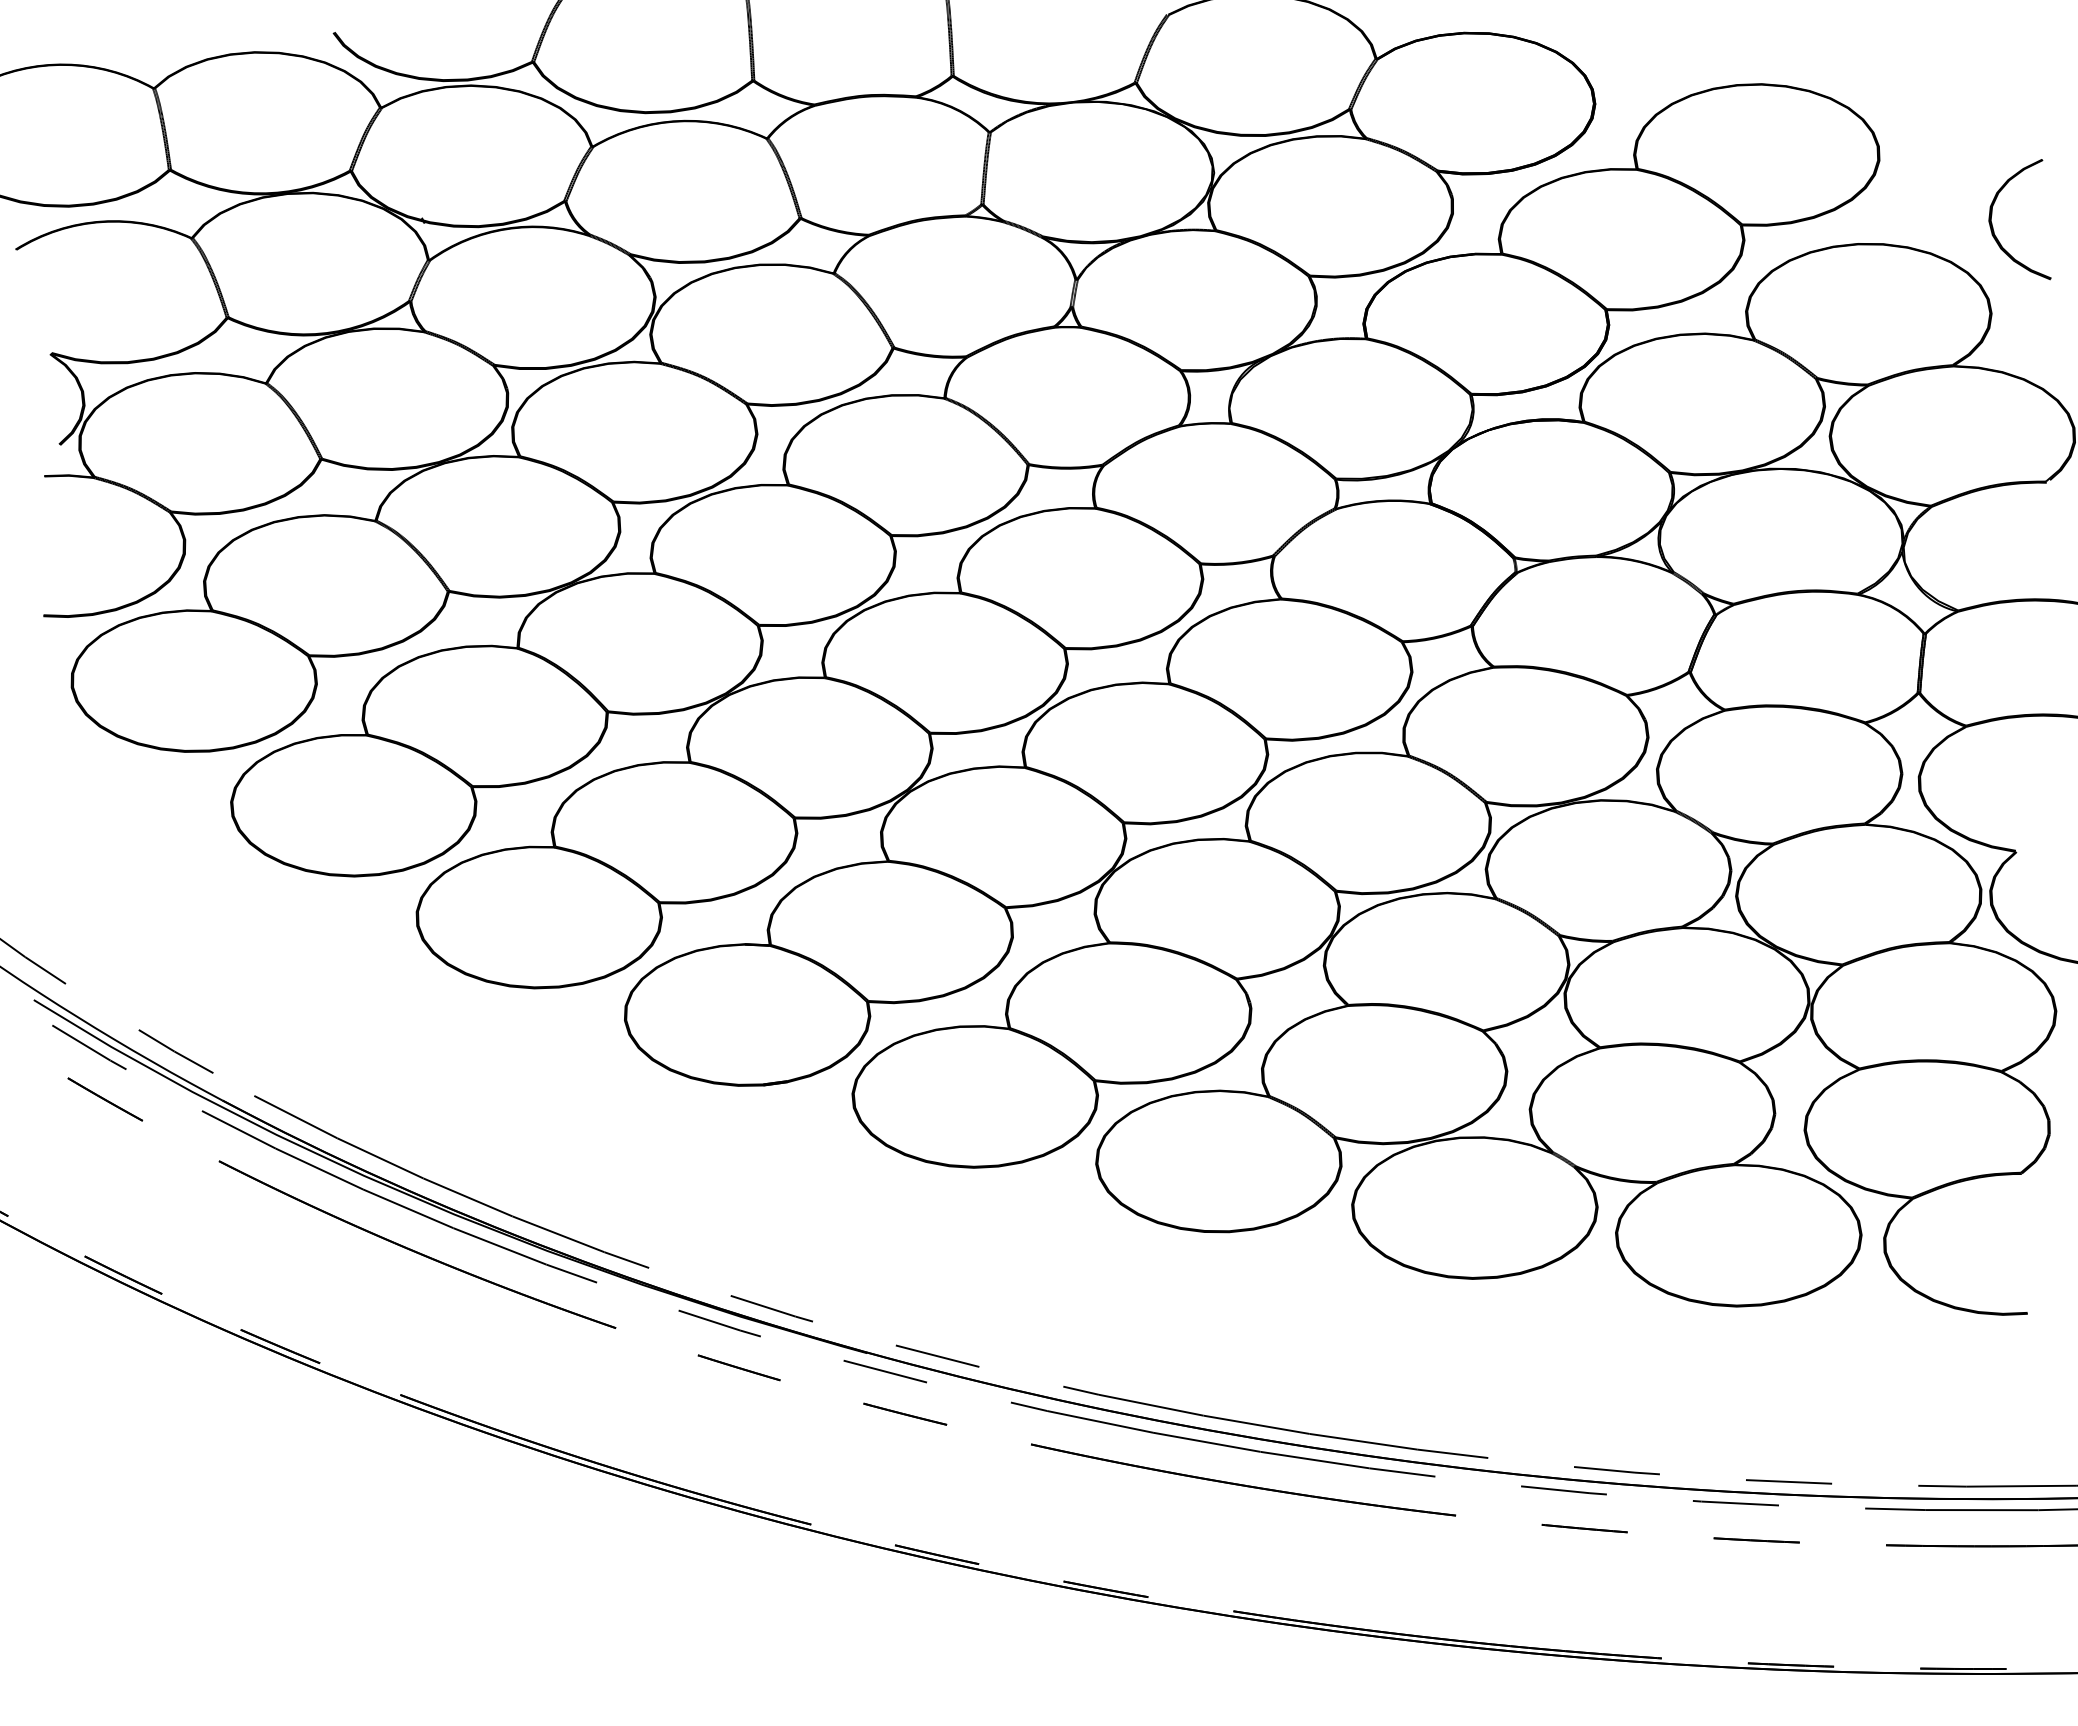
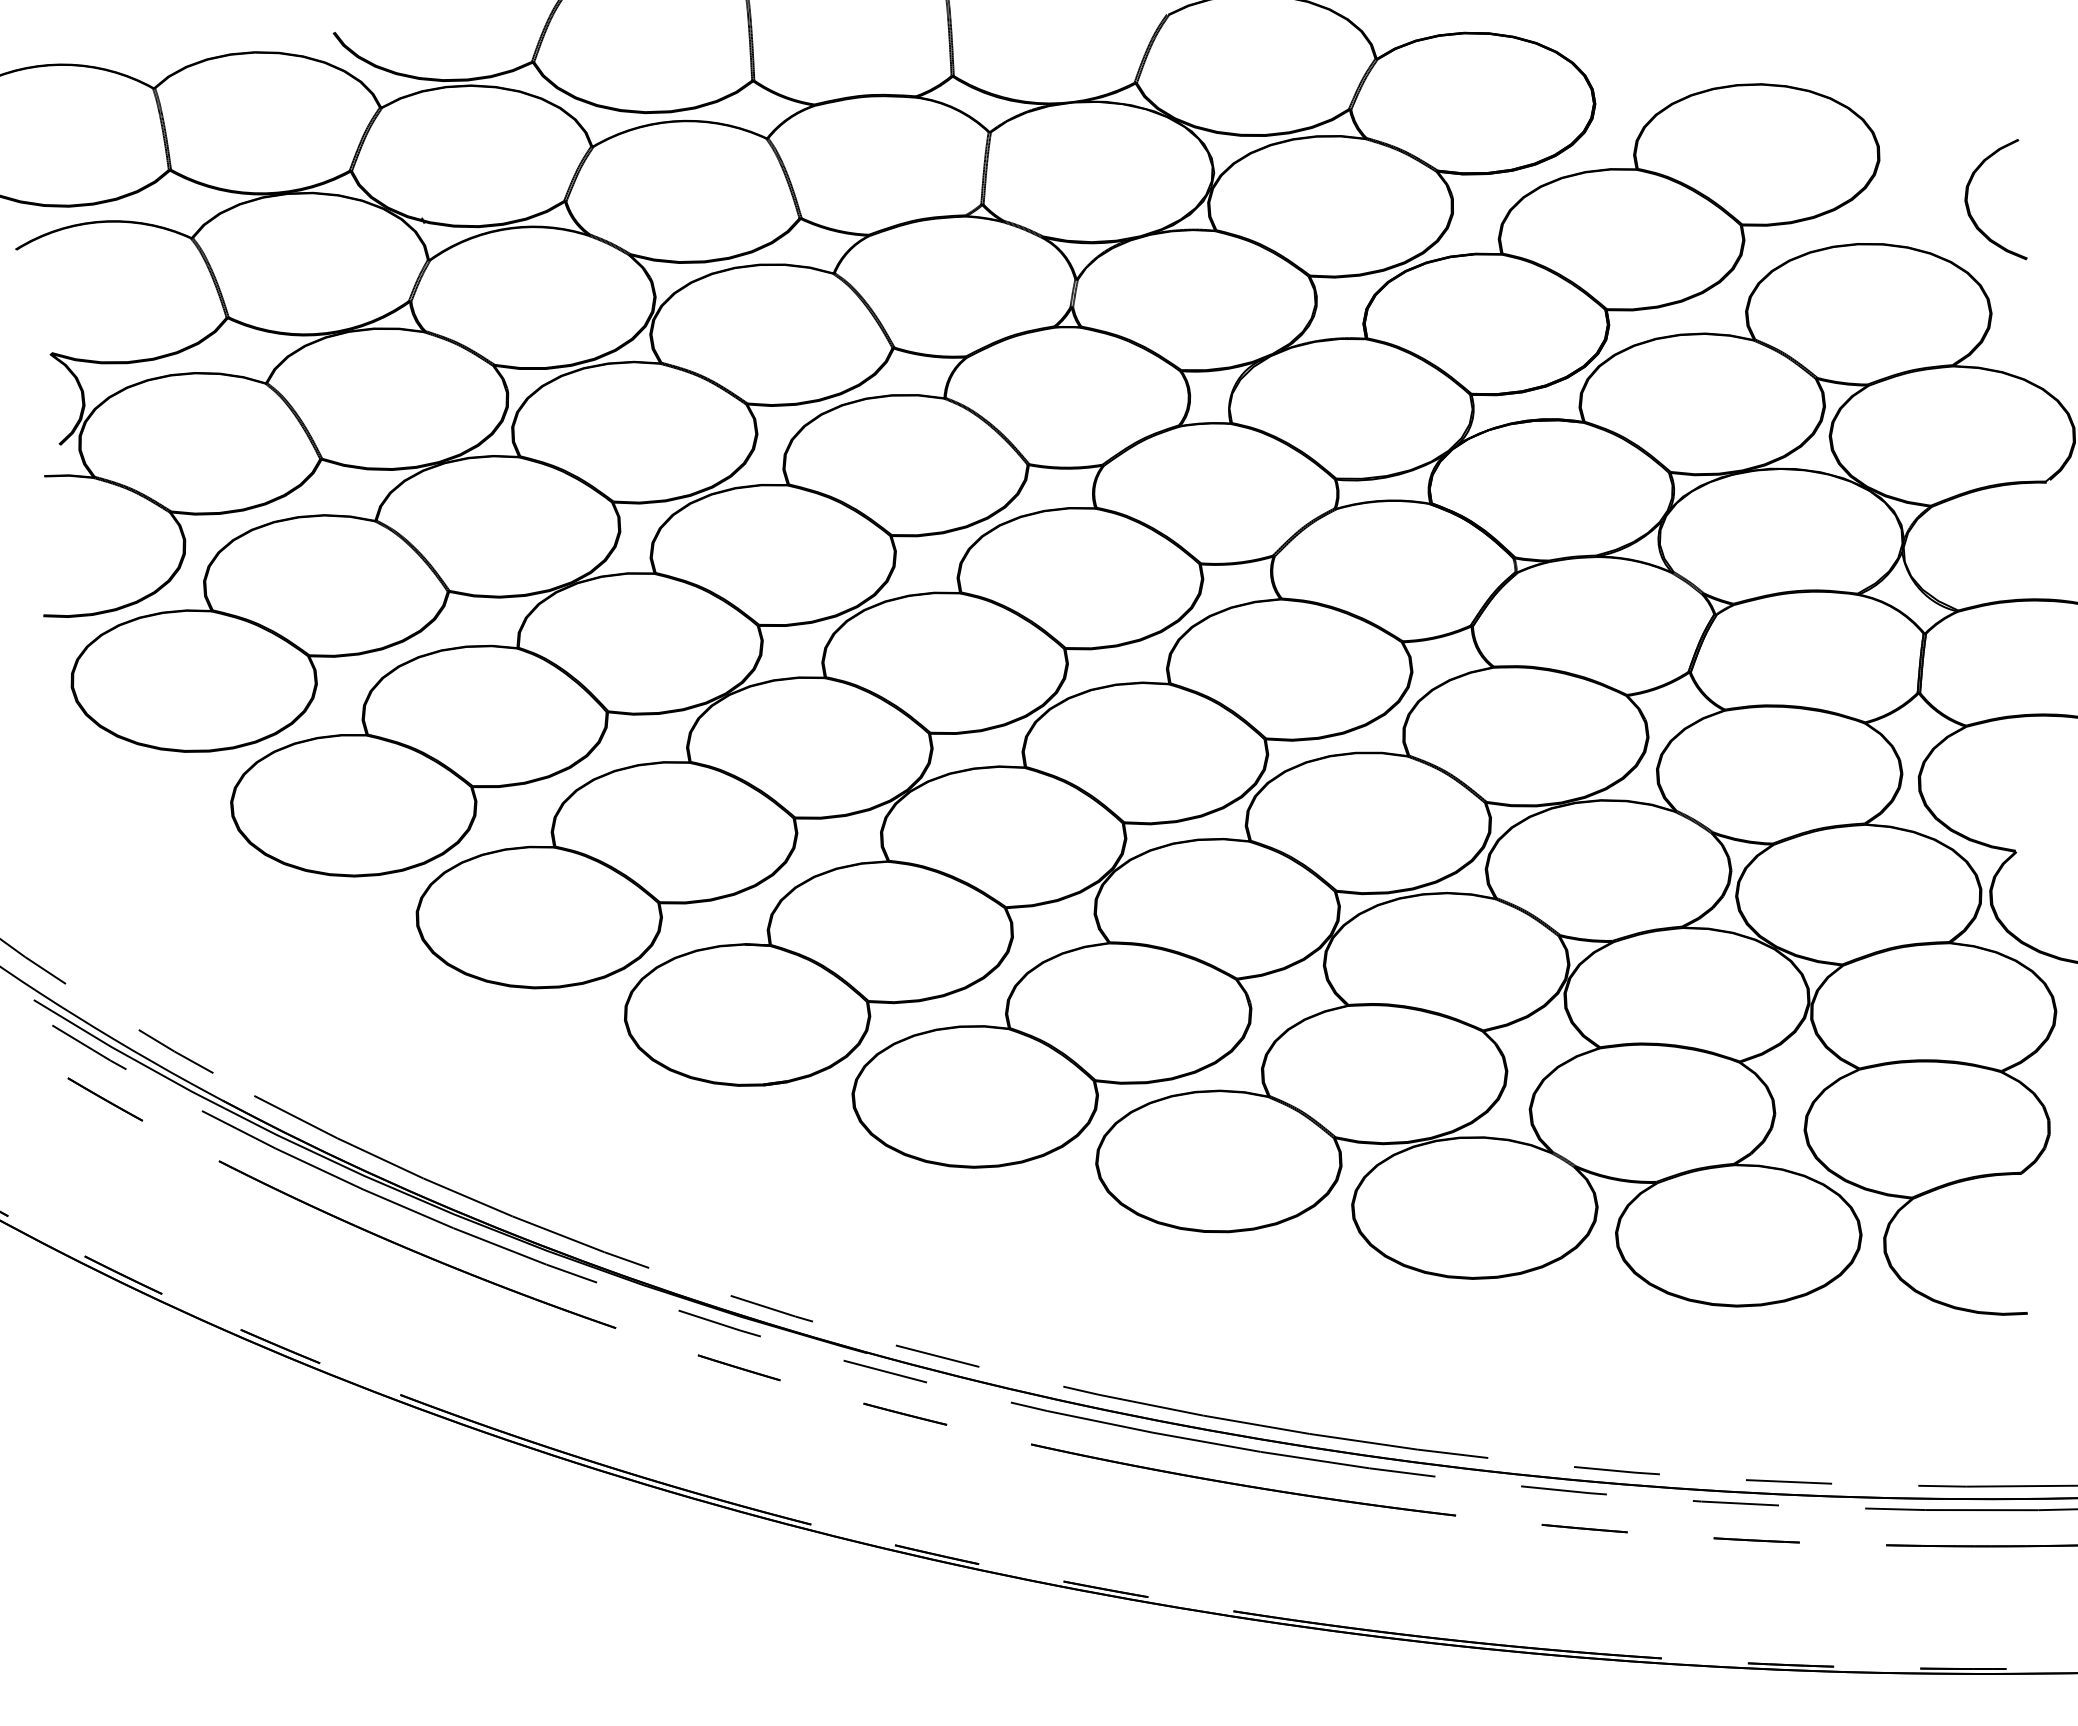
part at (1993, 227) position: (1993, 227) -> (1969, 207)
